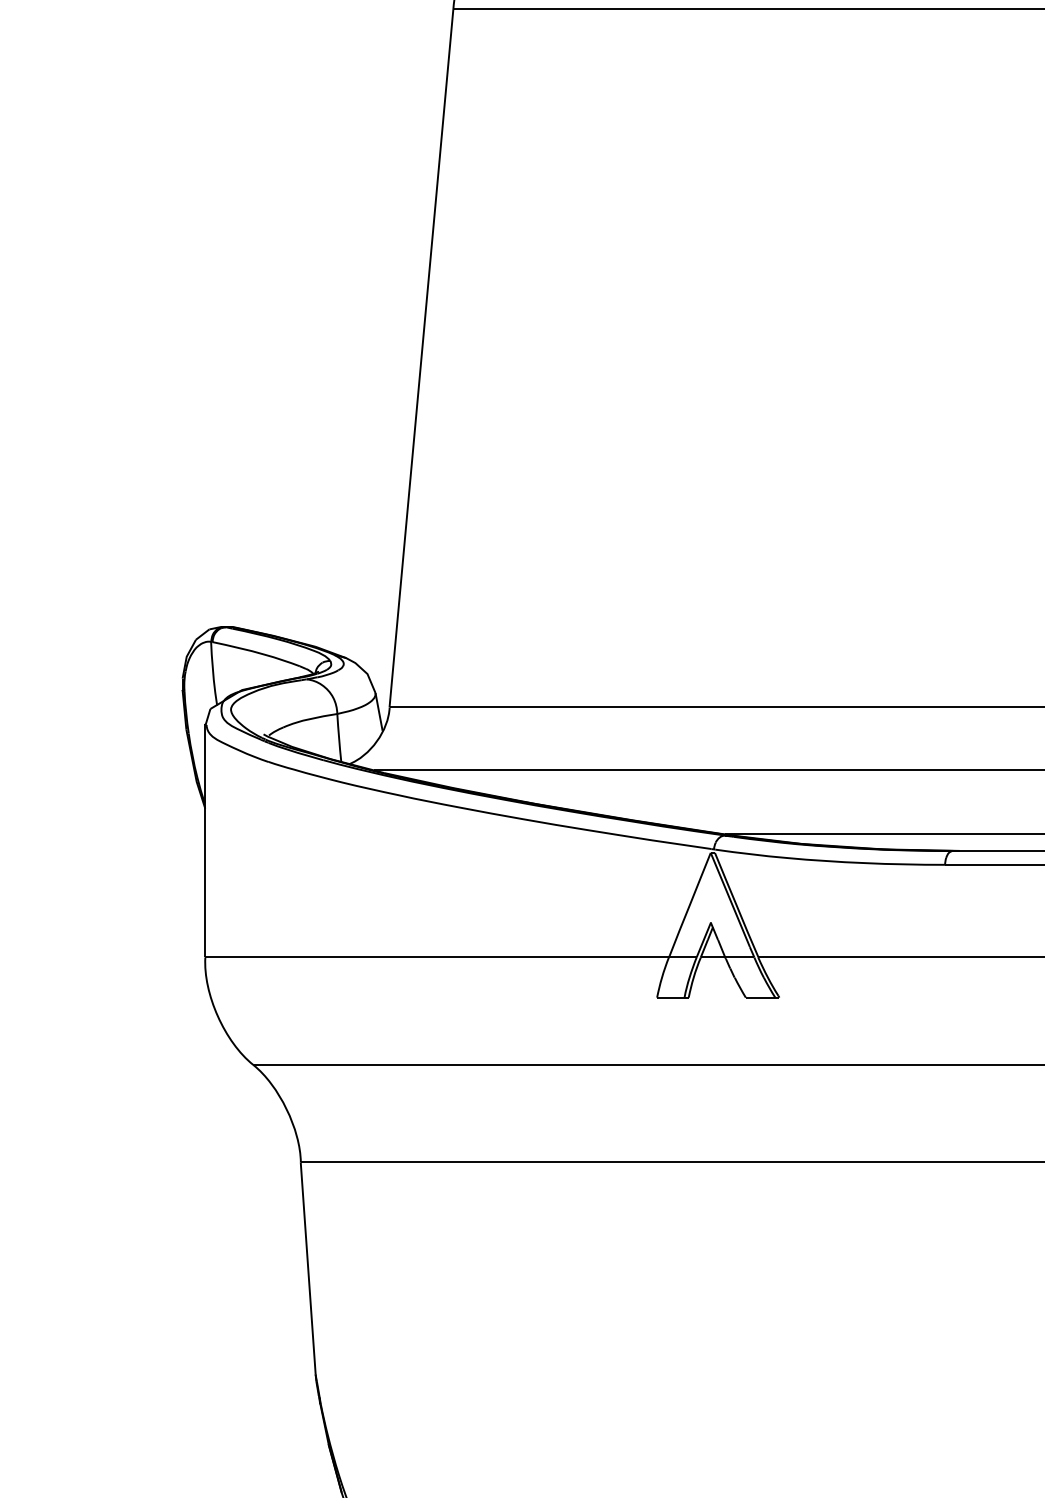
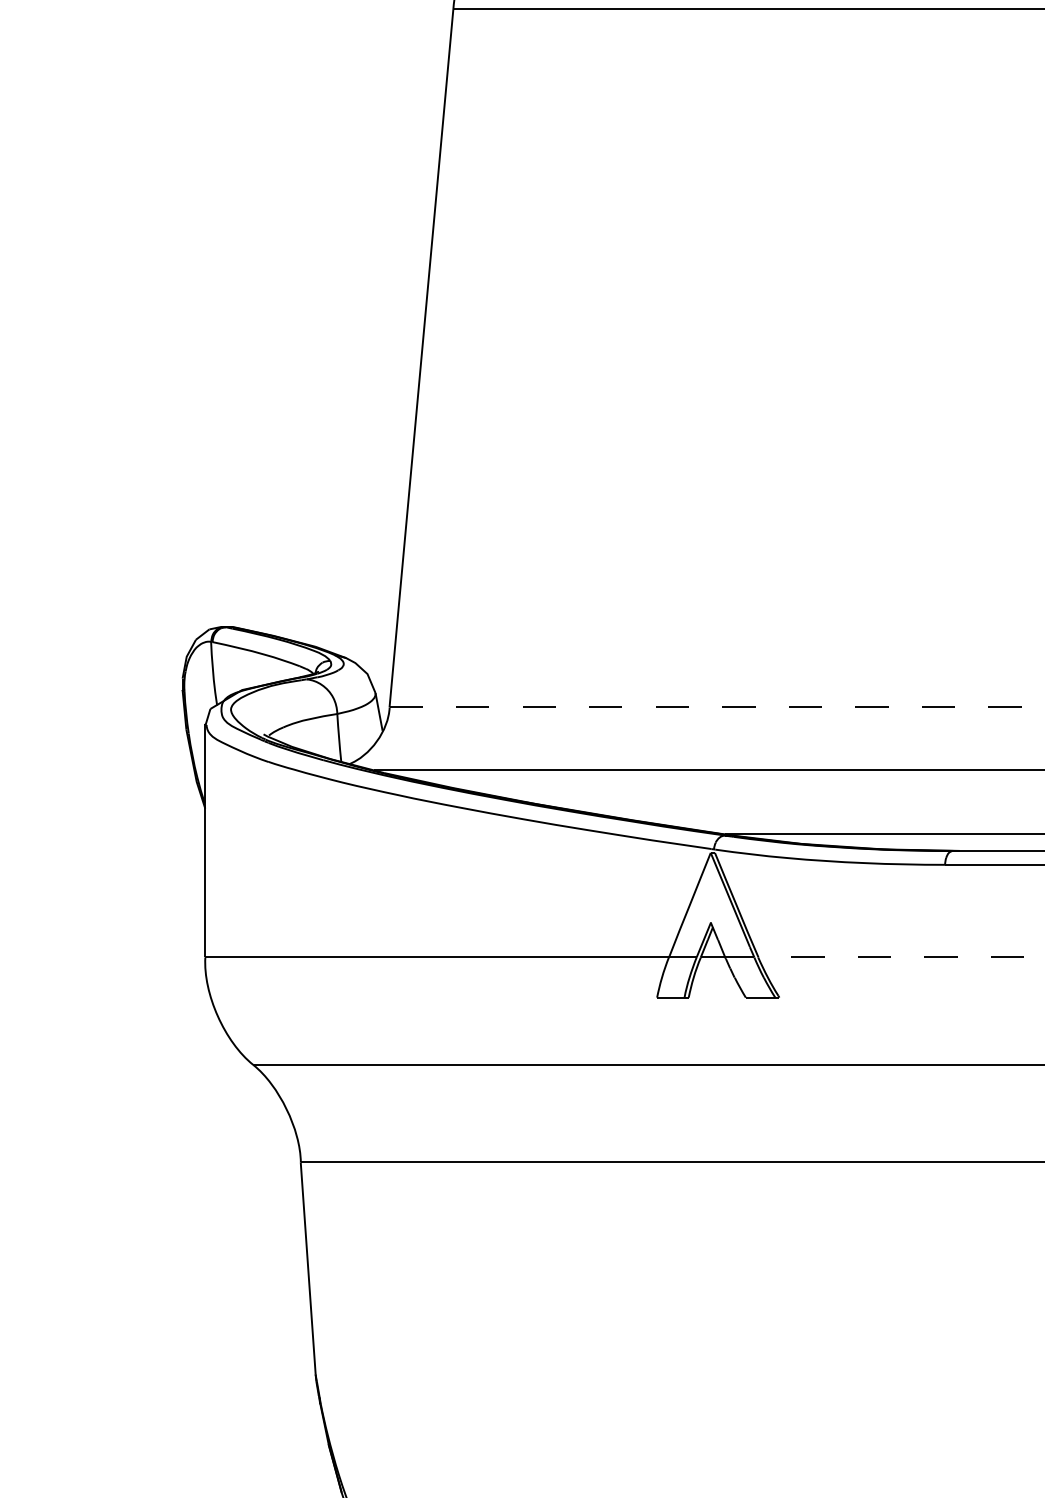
line at (717, 707): solid -> dashed
line at (901, 957): solid -> dashed
